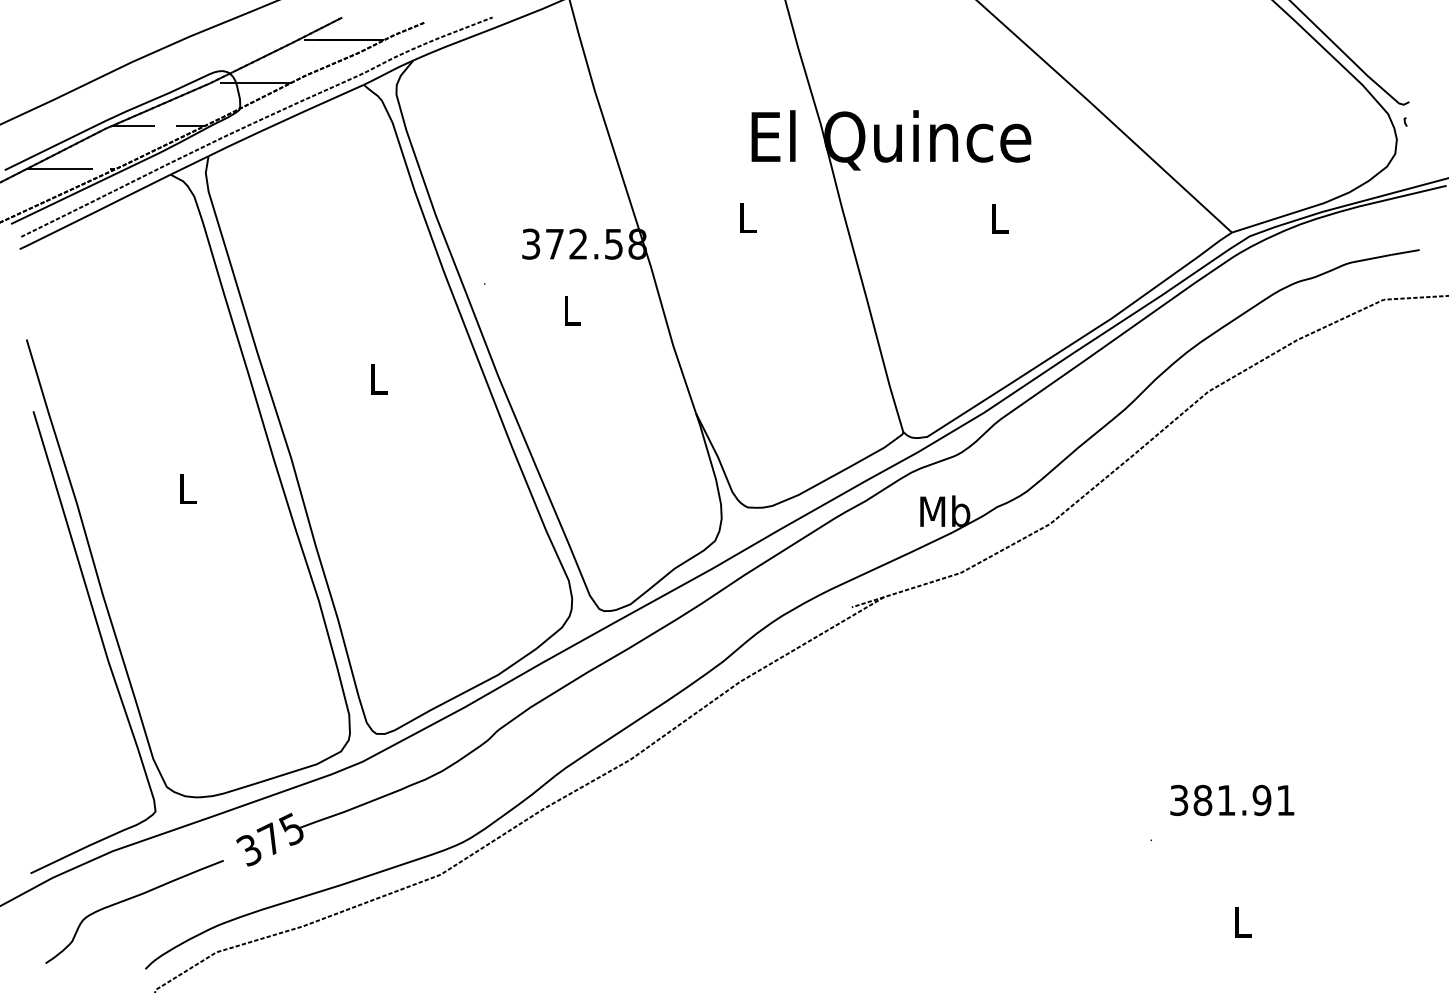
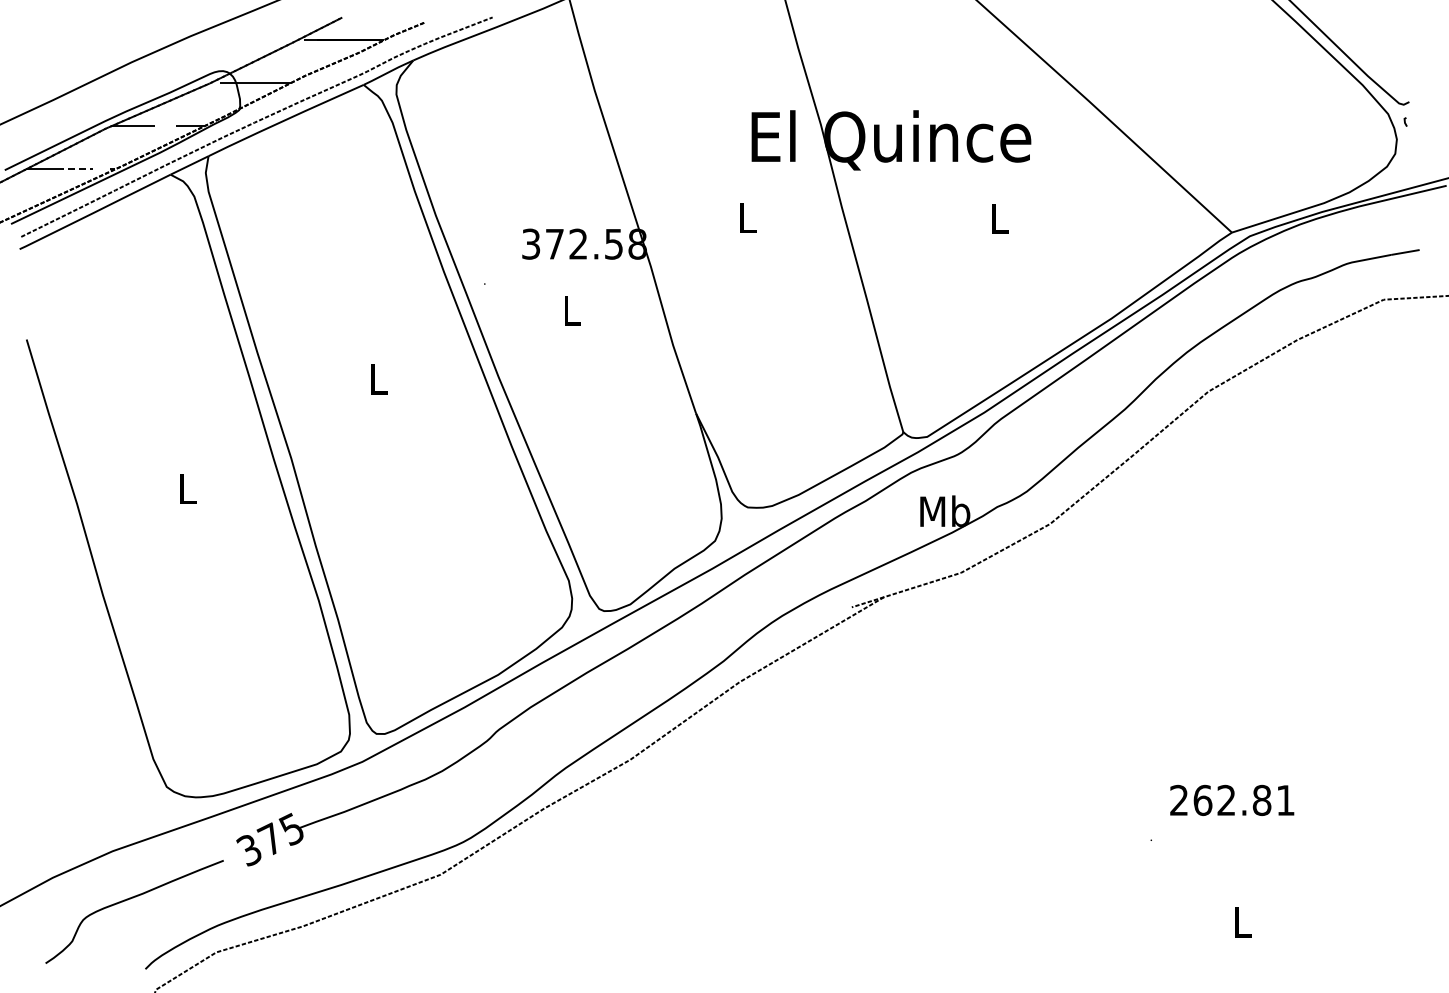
line at (74, 169): solid -> dashed
curve at (101, 642): present -> none
text at (1220, 800): 381.91 -> 262.81
